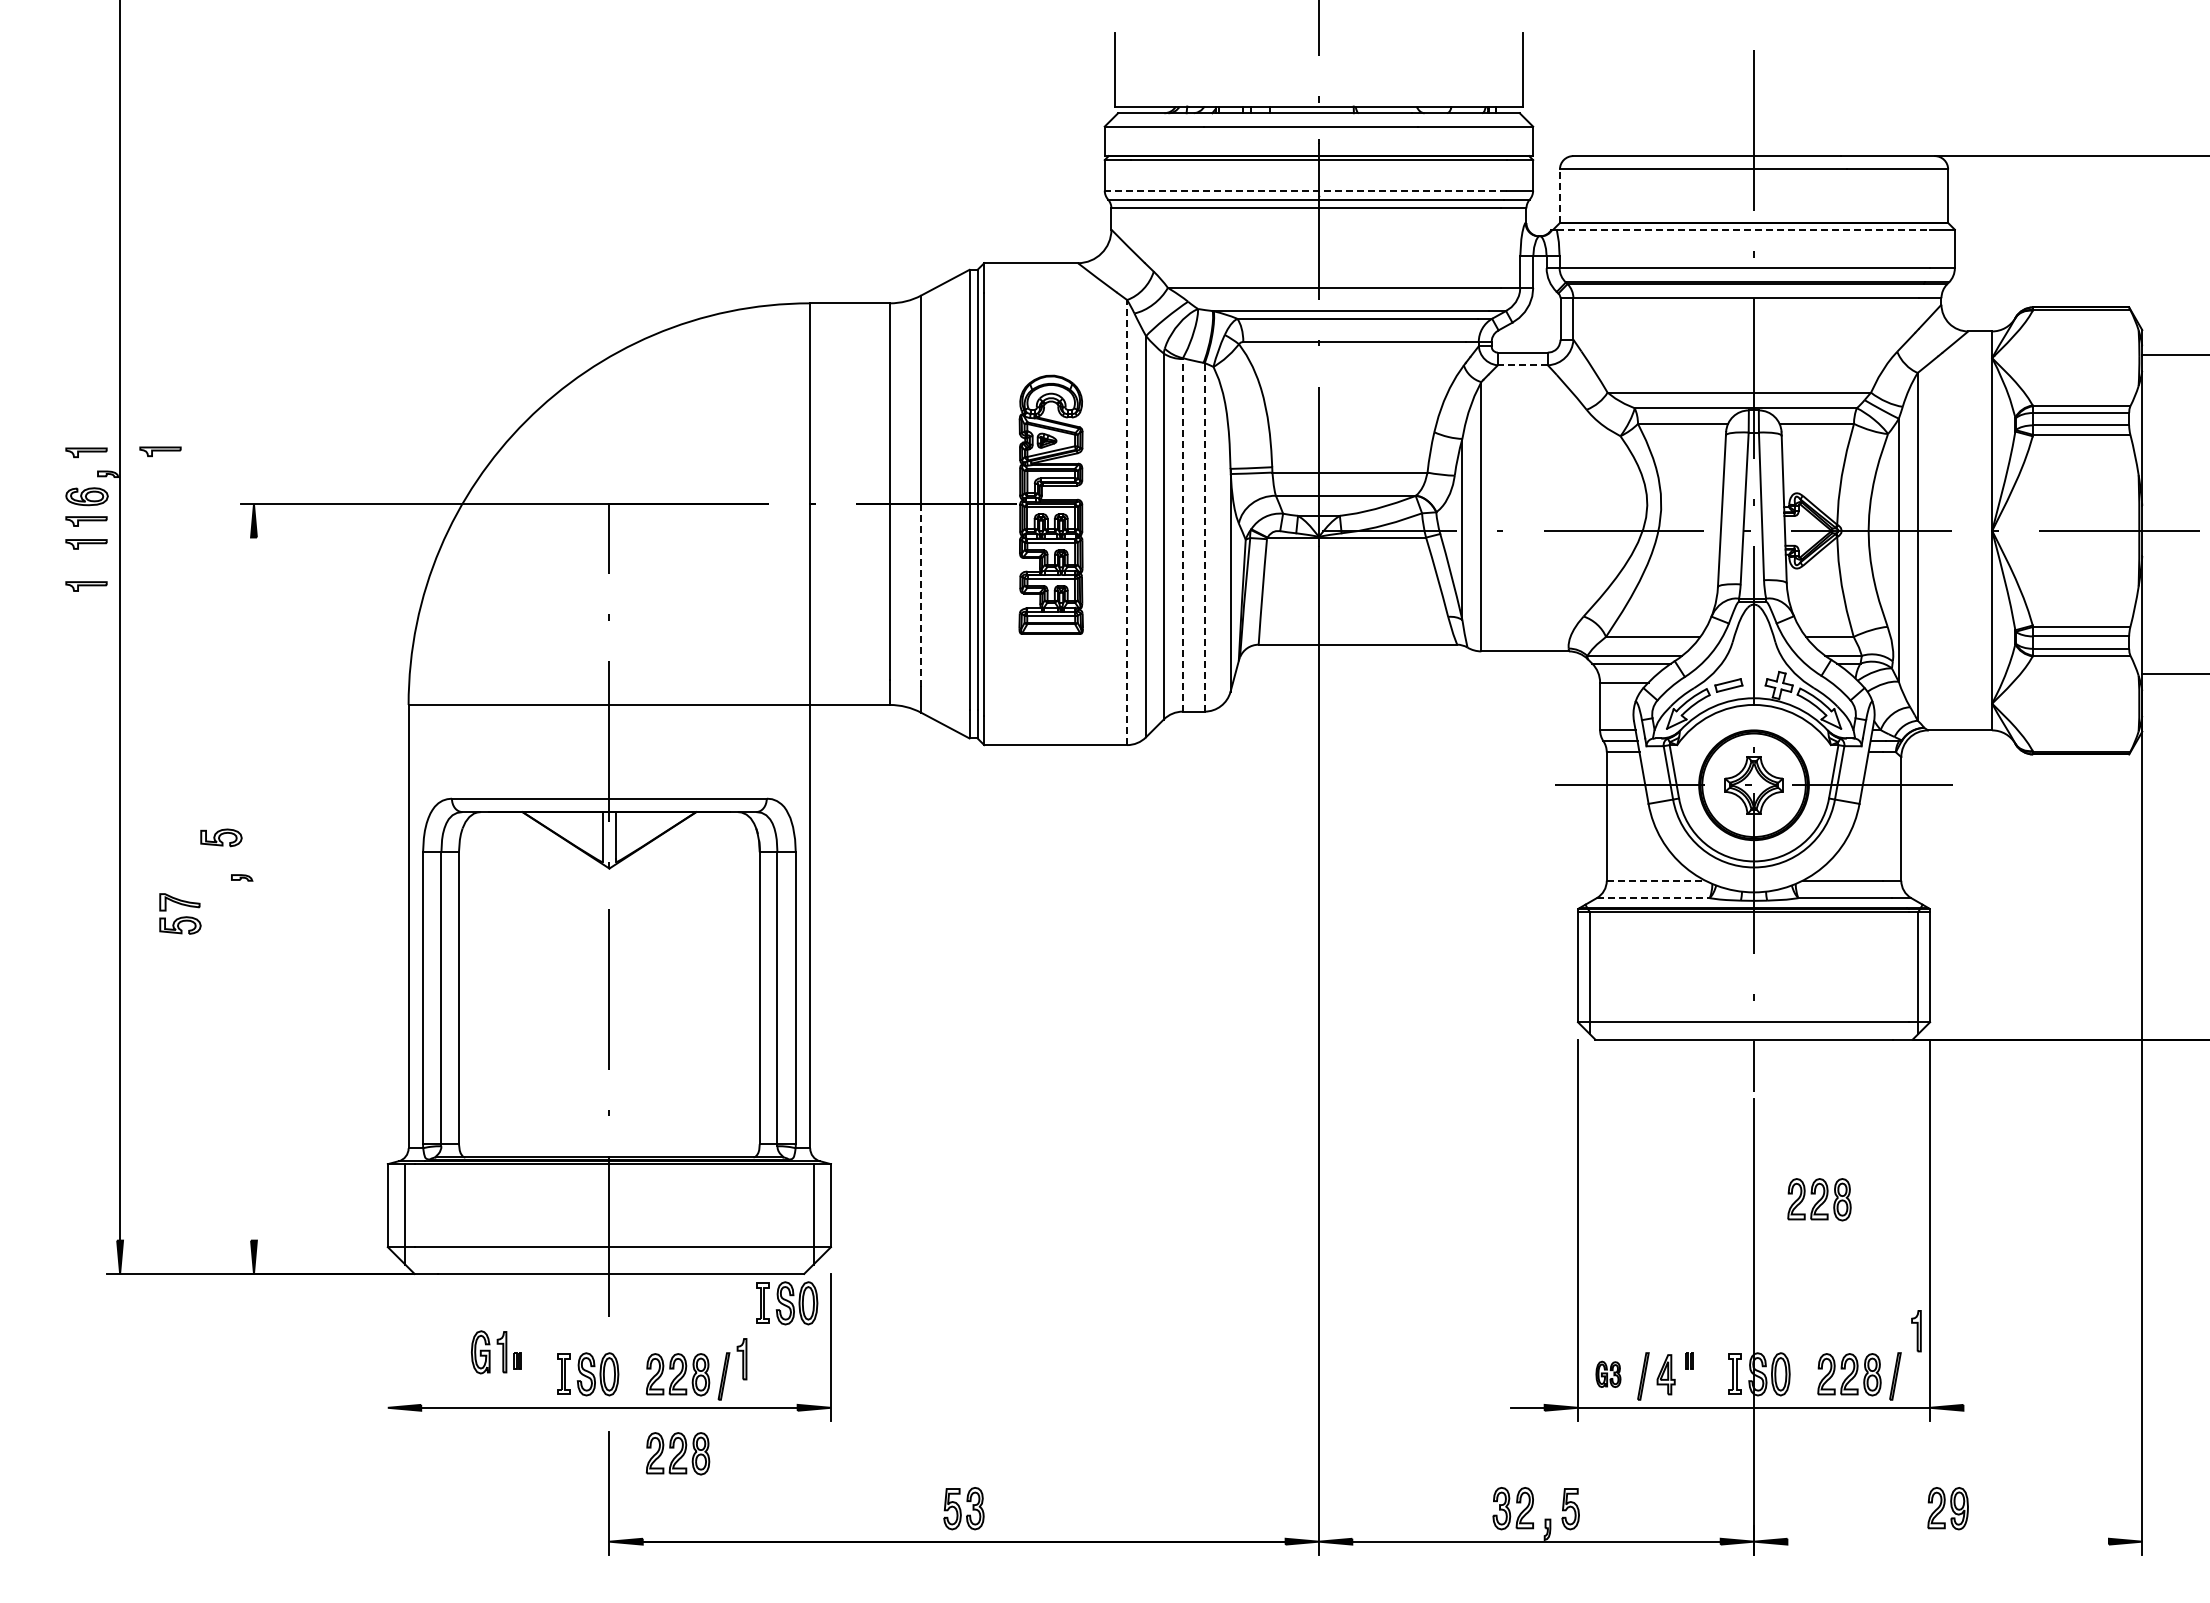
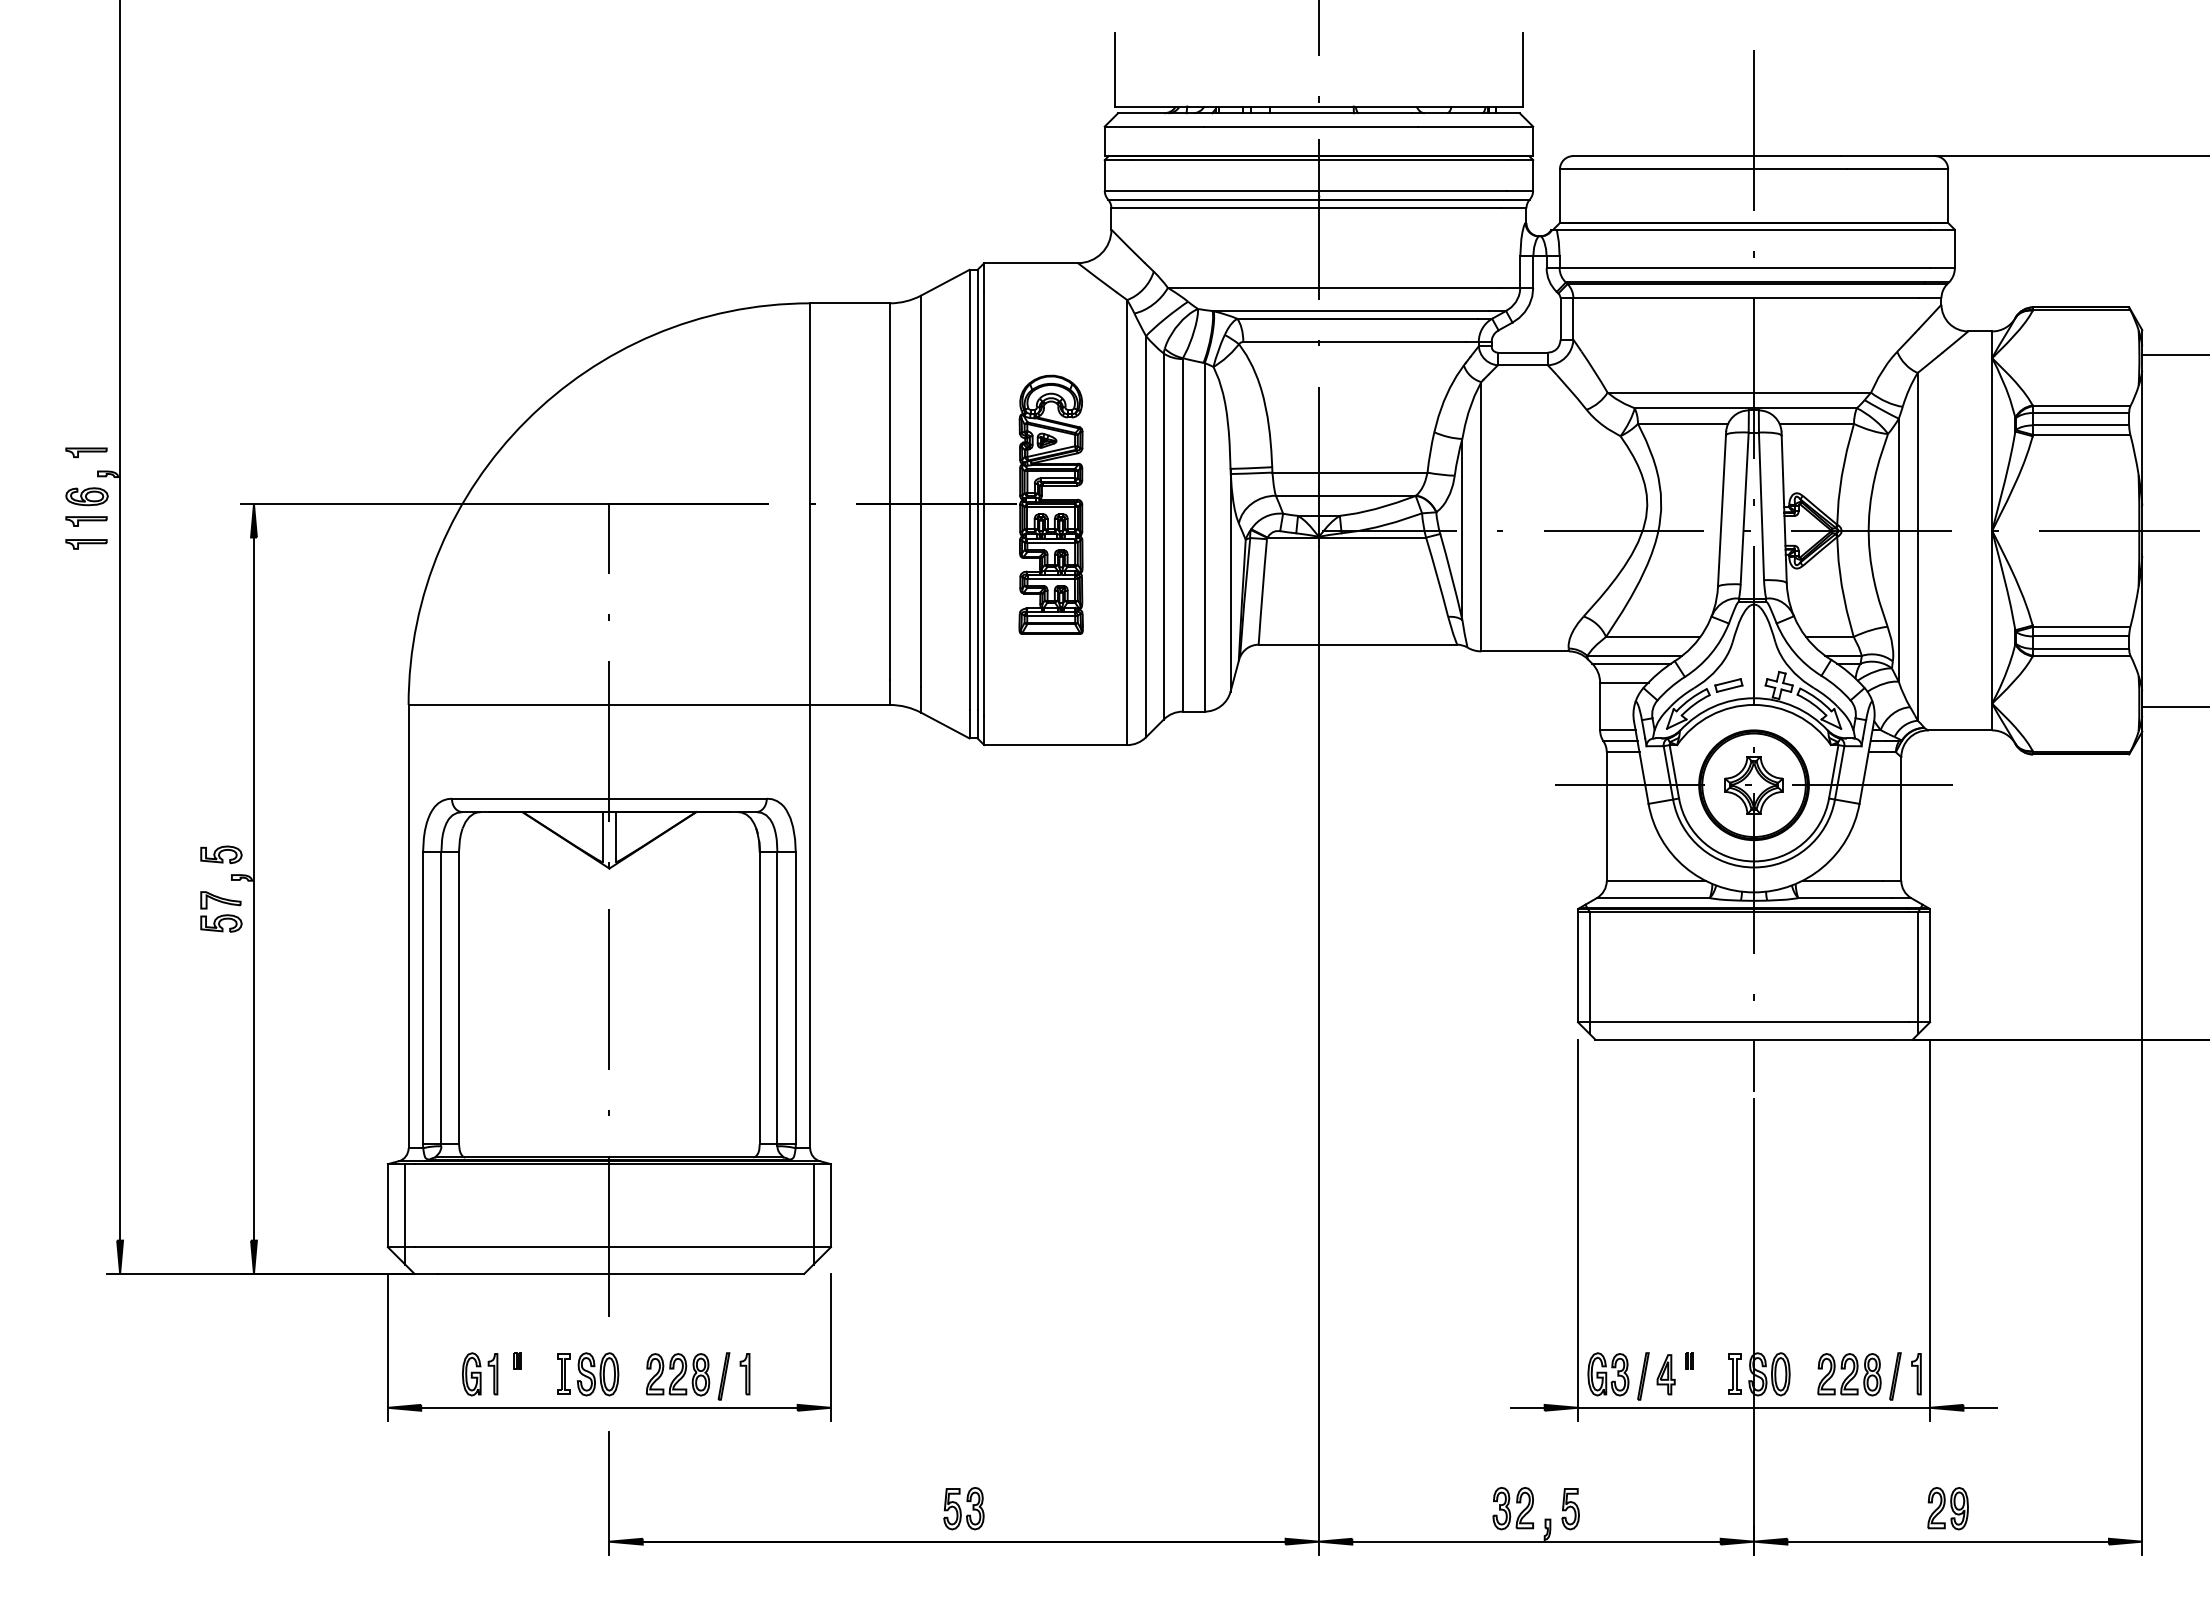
line at (1305, 190): dashed -> solid
line at (1559, 196): dashed -> solid
line at (1743, 229): dashed -> solid
line at (1522, 365): dashed -> solid
part at (160, 451): present -> none
line at (1127, 522): dashed -> solid
line at (1182, 534): dashed -> solid
line at (1204, 536): dashed -> solid
part at (86, 586): present -> none
line at (921, 595): dashed -> solid
line at (2174, 673) position: (2174, 673) -> (2174, 706)
part at (221, 837) position: (221, 837) -> (221, 854)
line at (1656, 880): dashed -> solid
line at (253, 888): none -> present
line at (1653, 898): dashed -> solid
part at (180, 913) position: (180, 913) -> (221, 911)
part at (1819, 1199): present -> none
part at (787, 1303): present -> none
part at (1916, 1331) position: (1916, 1331) -> (1916, 1374)
line at (387, 1347): none -> present
part at (489, 1352) position: (489, 1352) -> (480, 1374)
part at (741, 1359) position: (741, 1359) -> (744, 1374)
part at (1608, 1373) size: 27x28 px -> 43x45 px
line at (1980, 1407): none -> present
part at (677, 1453): present -> none
line at (1947, 1541): none -> present
